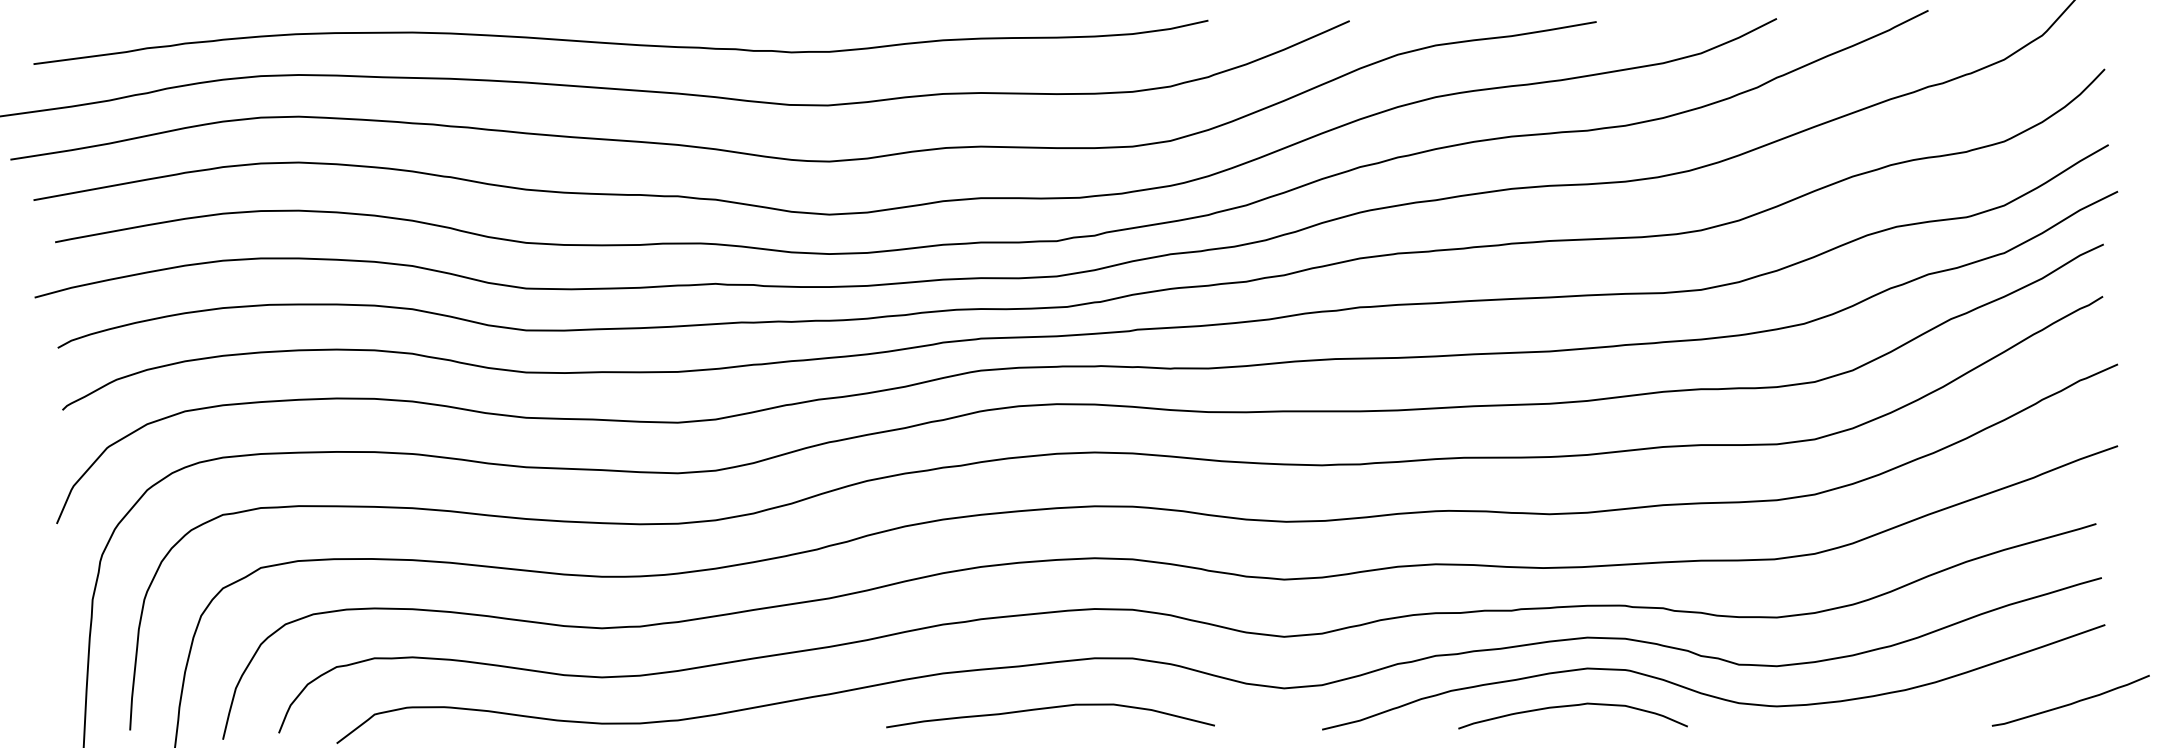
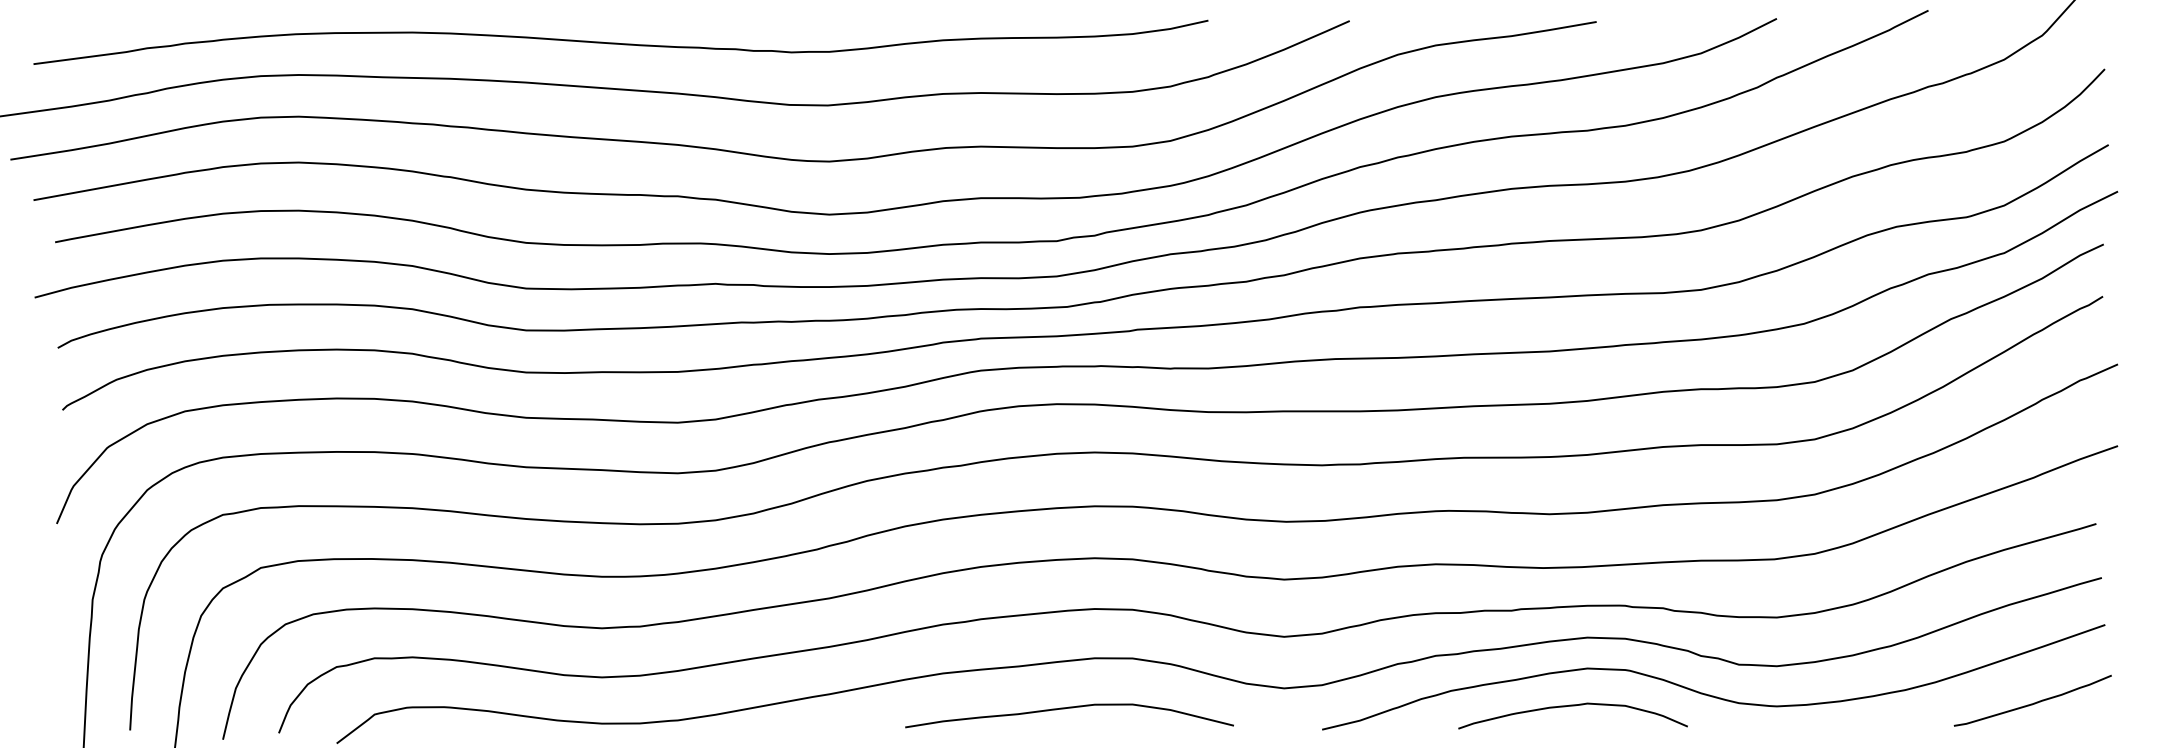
curve at (2072, 702) position: (2072, 702) -> (2034, 702)
curve at (1050, 708) position: (1050, 708) -> (1069, 708)
